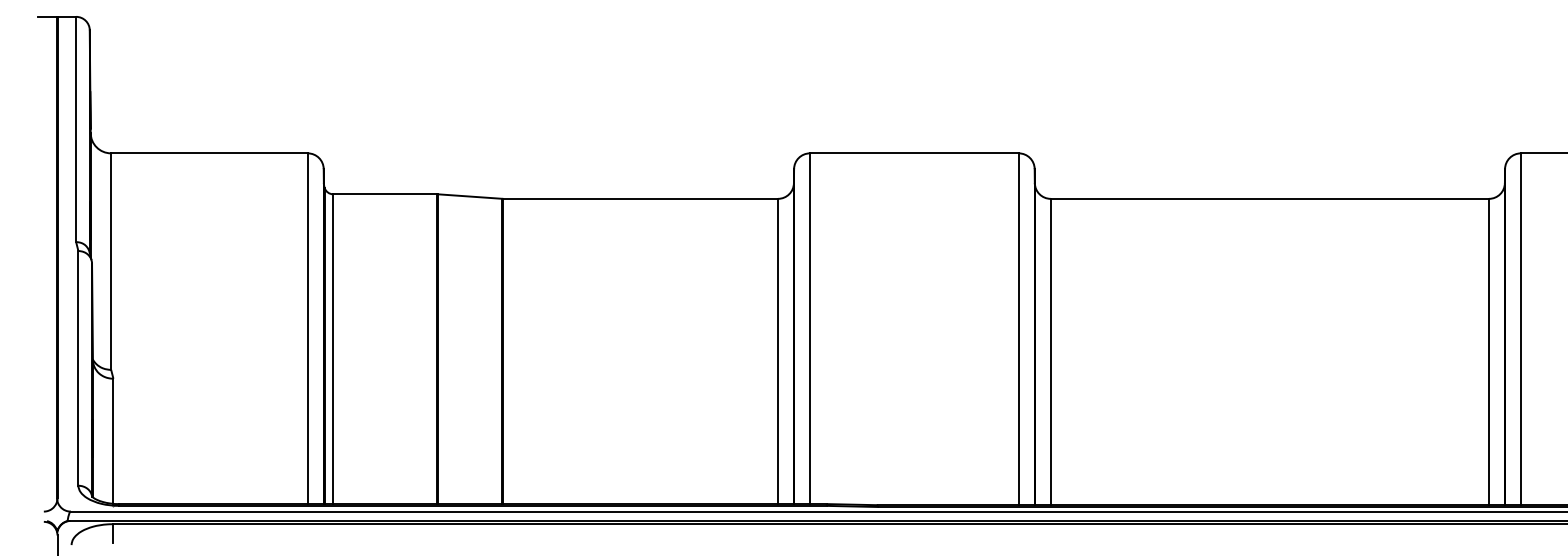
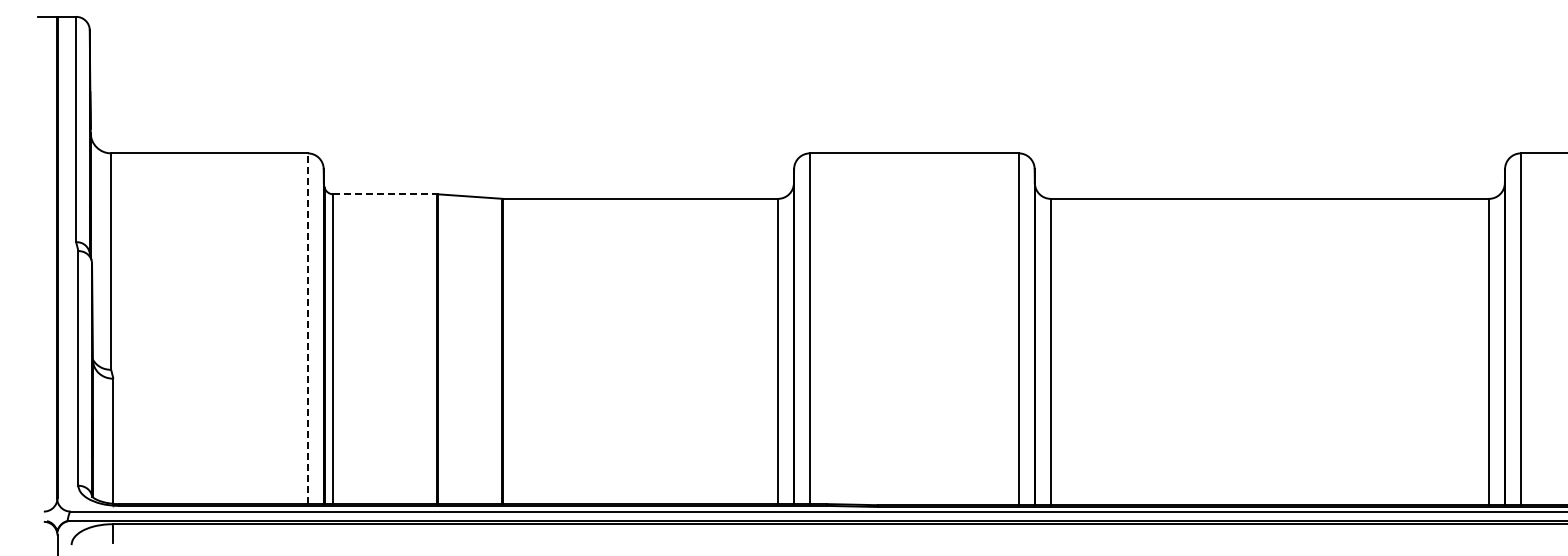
line at (385, 194): solid -> dashed
line at (307, 328): solid -> dashed
